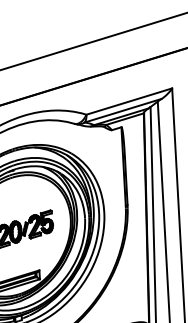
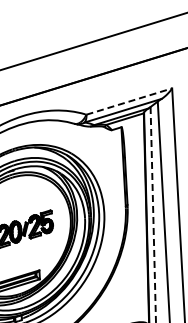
line at (129, 101): solid -> dashed
line at (153, 214): solid -> dashed
